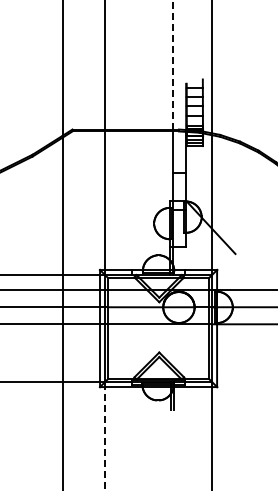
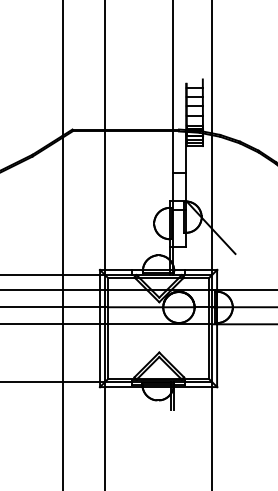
line at (173, 64): dashed -> solid
line at (105, 438): dashed -> solid
